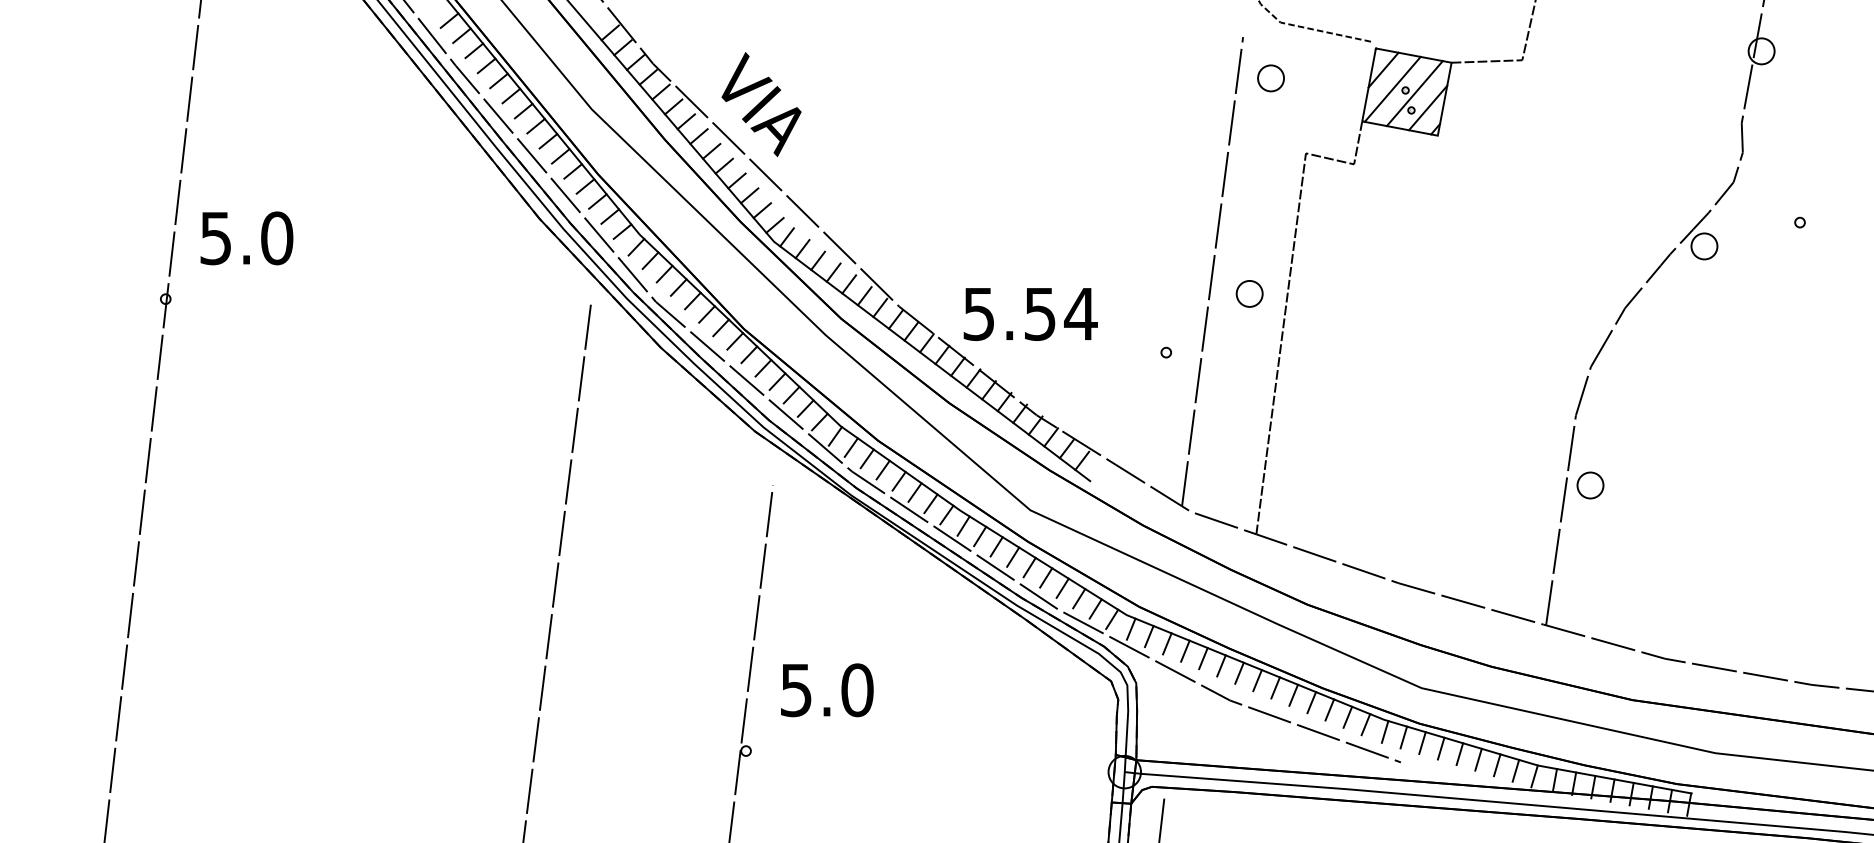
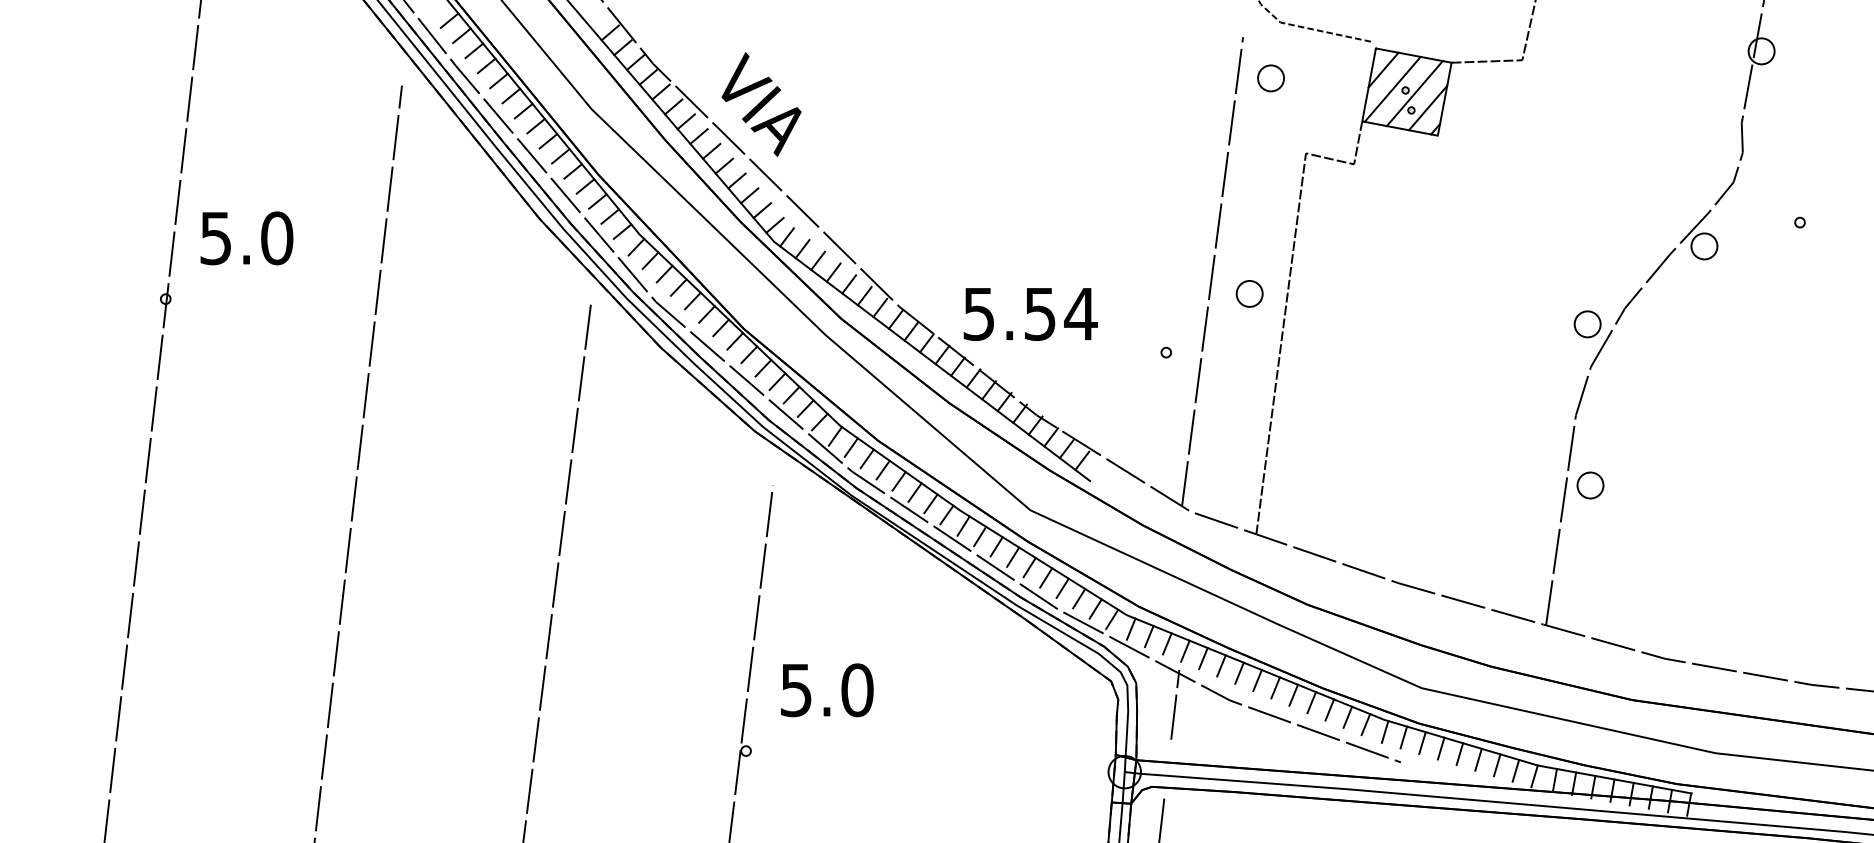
part at (1587, 324): none -> present
line at (358, 462): none -> present
line at (1175, 704): none -> present
